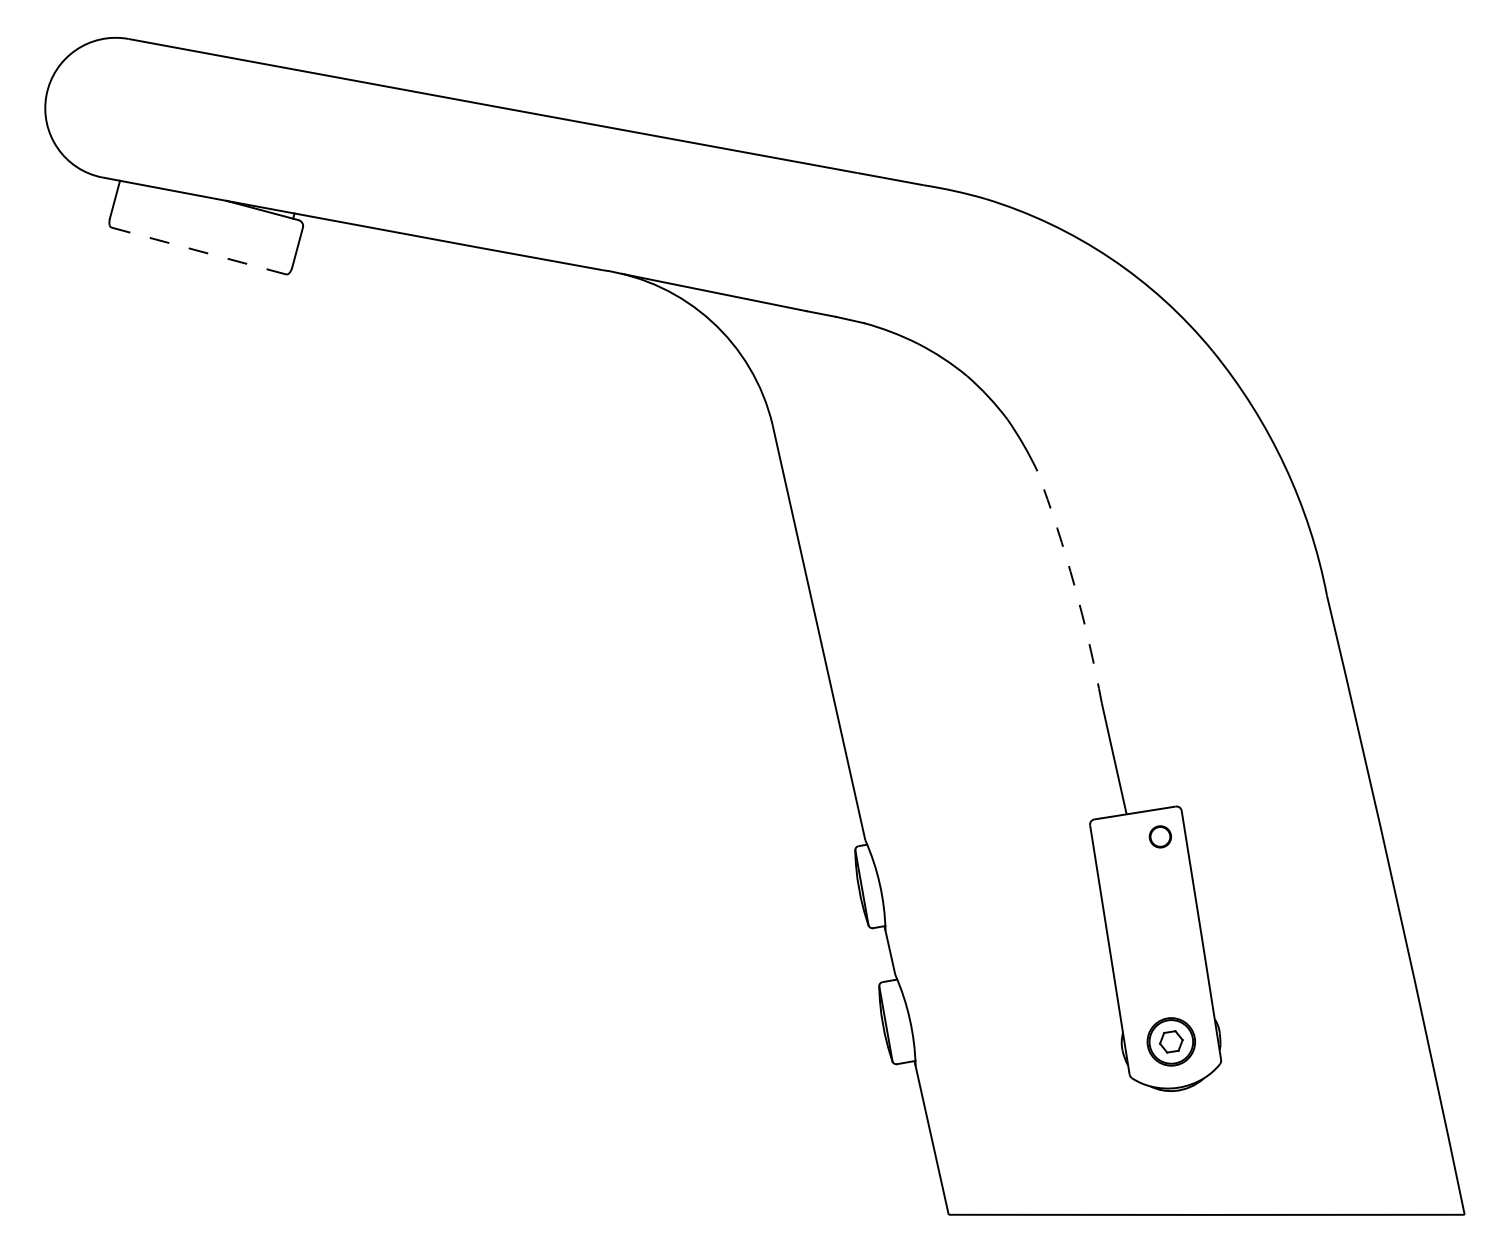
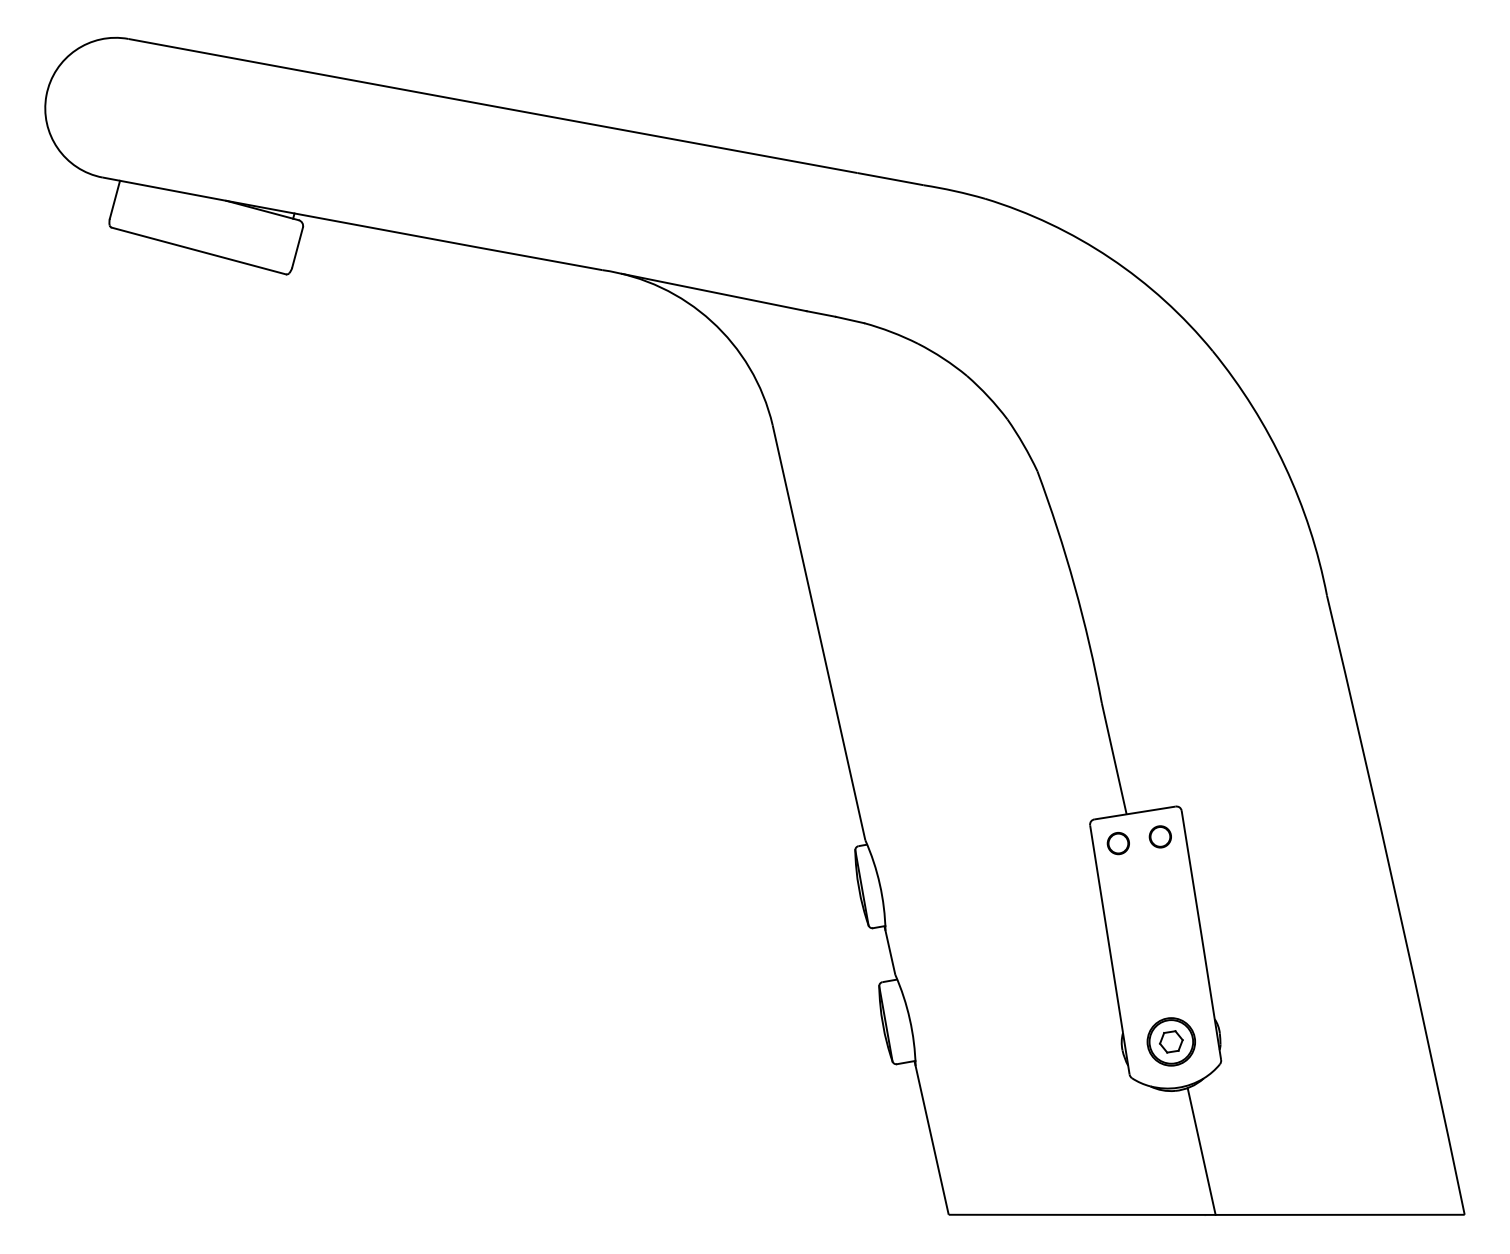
line at (198, 250): dashed -> solid
arc at (1074, 585): dashed -> solid
circle at (1117, 843): none -> present
line at (1201, 1151): none -> present
